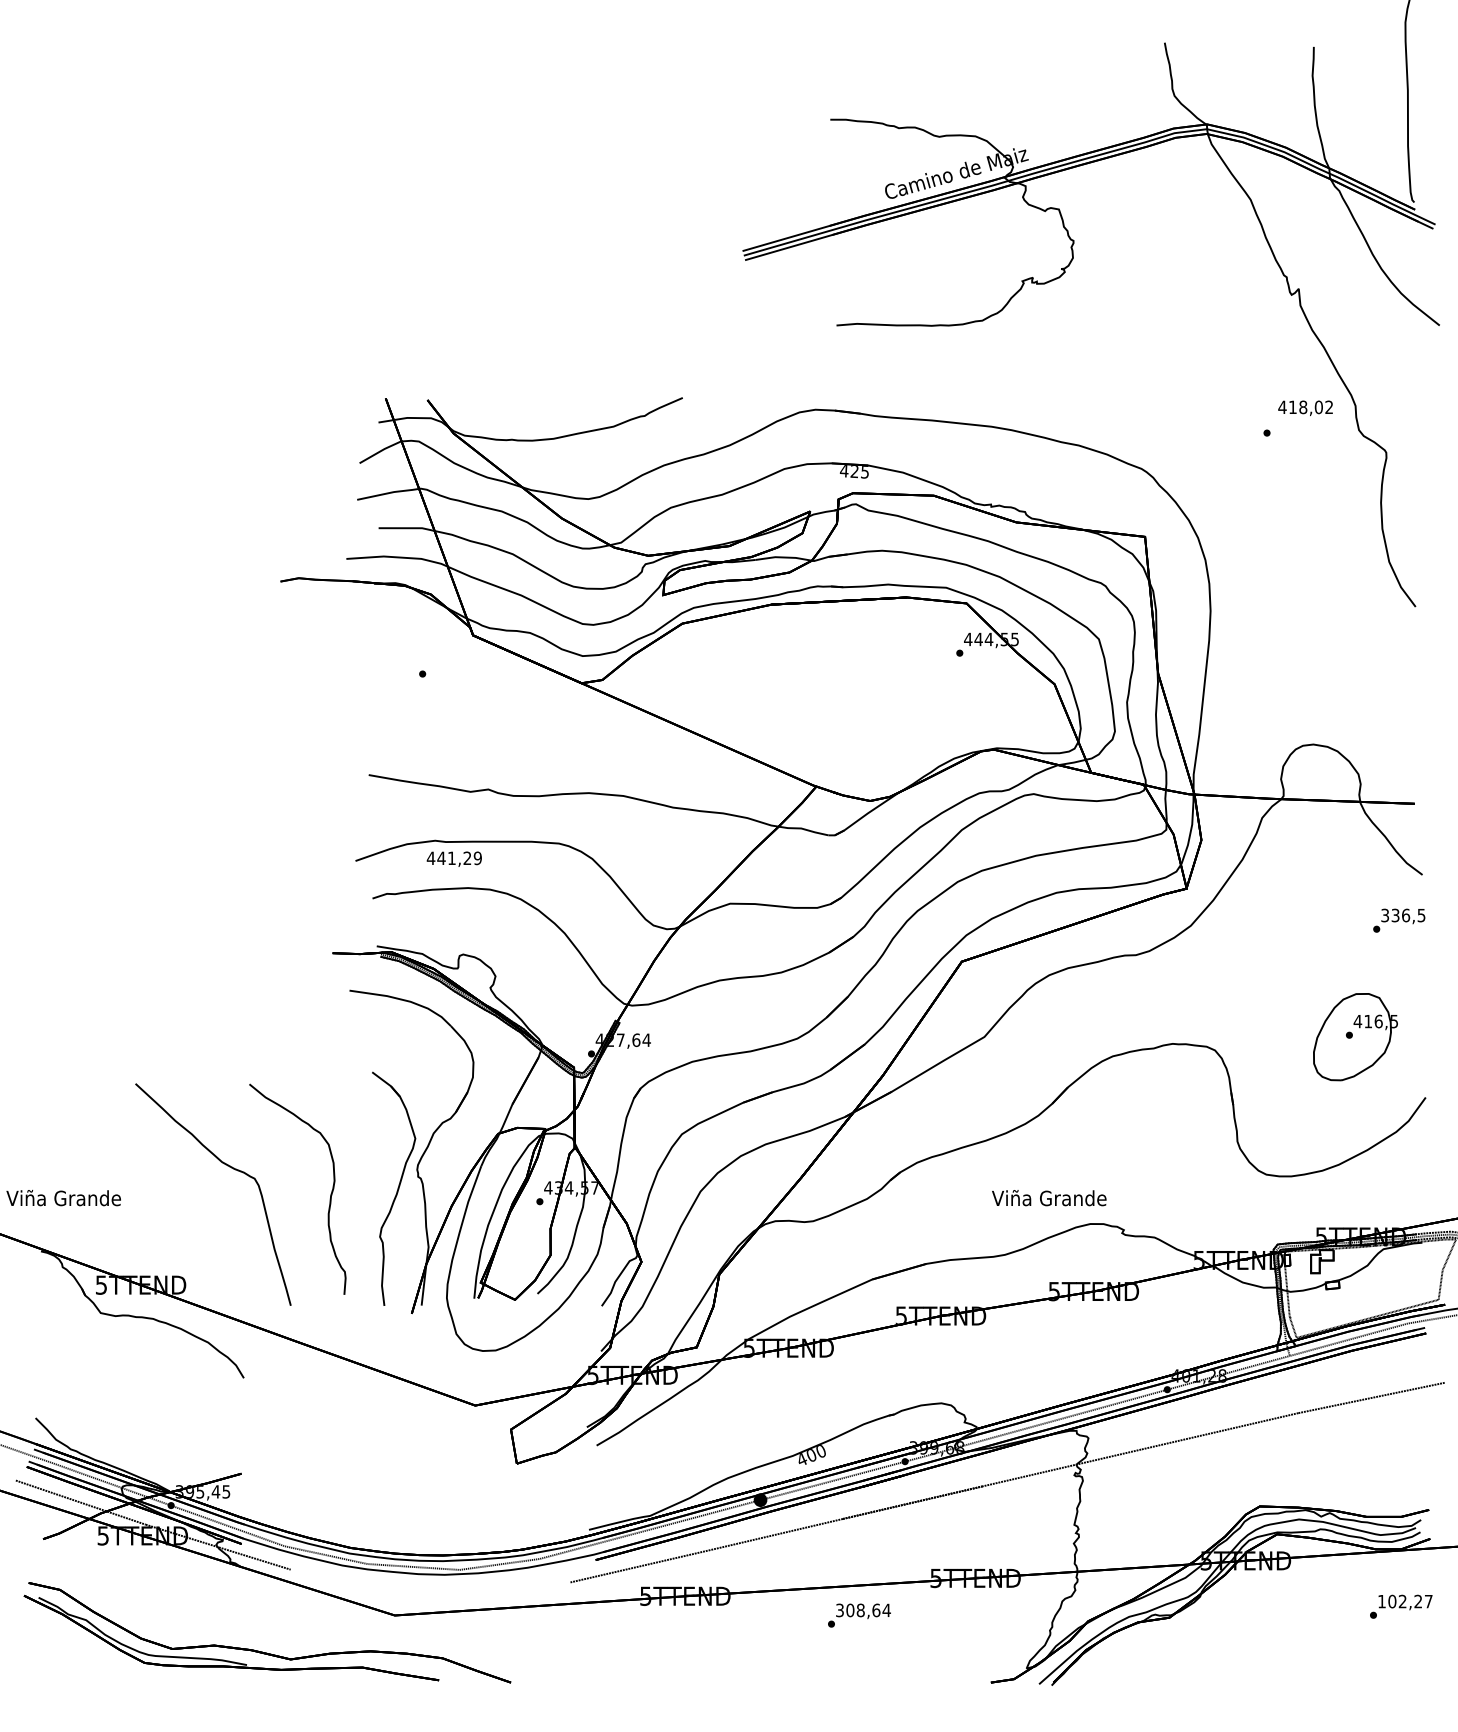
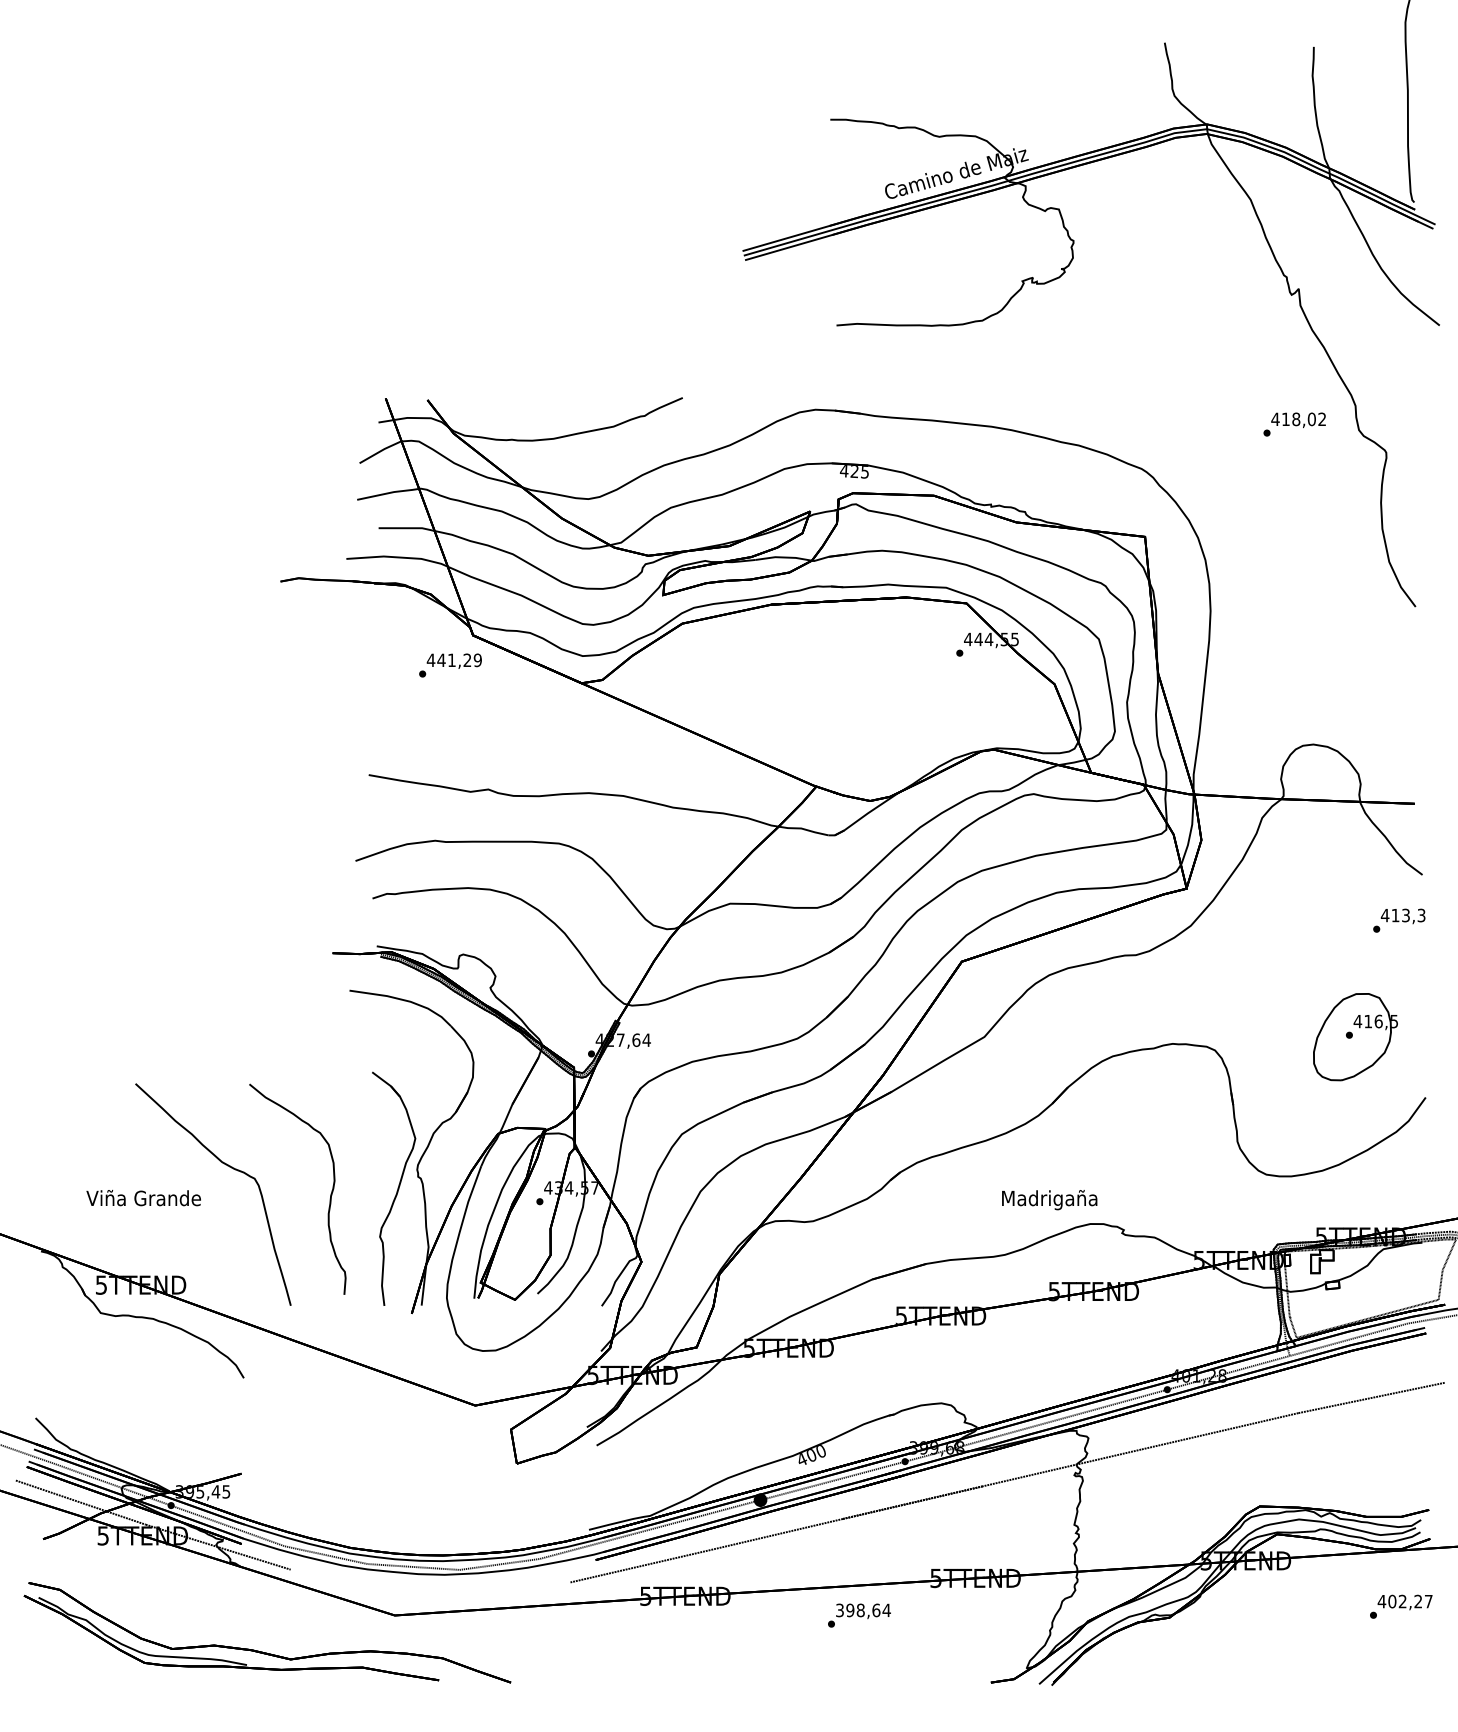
text at (1305, 407) position: (1305, 407) -> (1298, 419)
text at (453, 858) position: (453, 858) -> (453, 660)
text at (1402, 915): 336,5 -> 413,3
text at (63, 1198) position: (63, 1198) -> (143, 1198)
text at (1049, 1200): Viña Grande -> Madrigaña
text at (1381, 1601): 102,27 -> 402,27
text at (850, 1610): 308,64 -> 398,64
